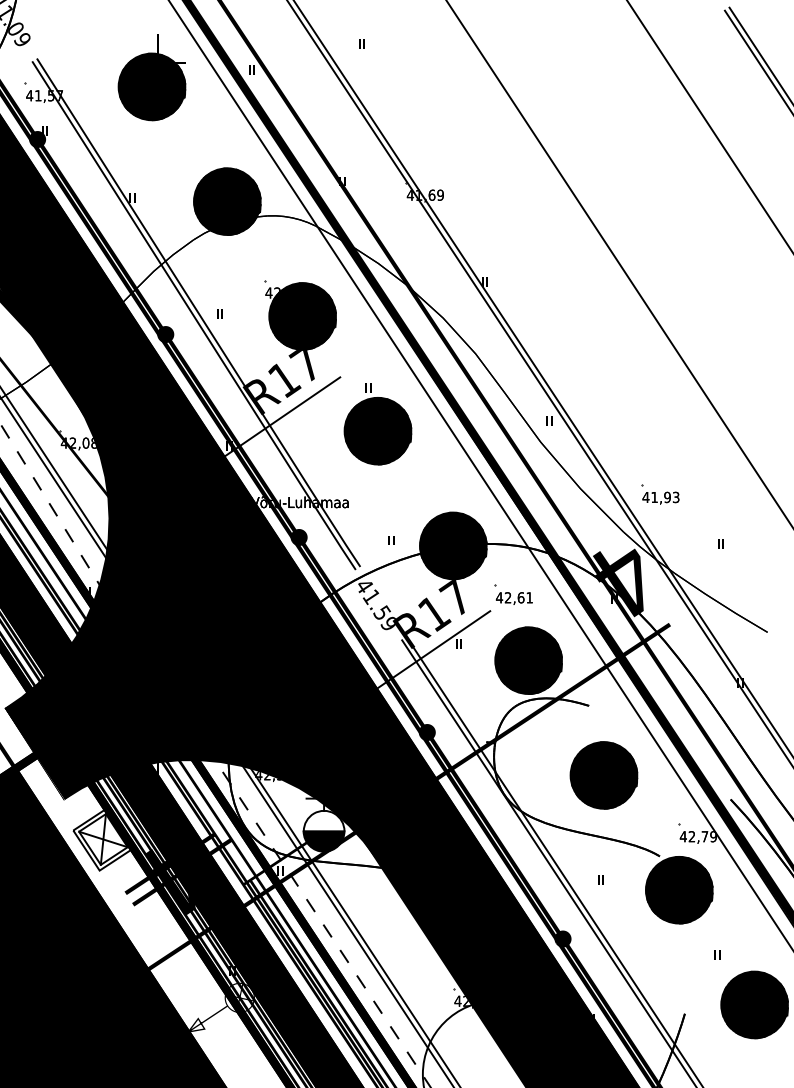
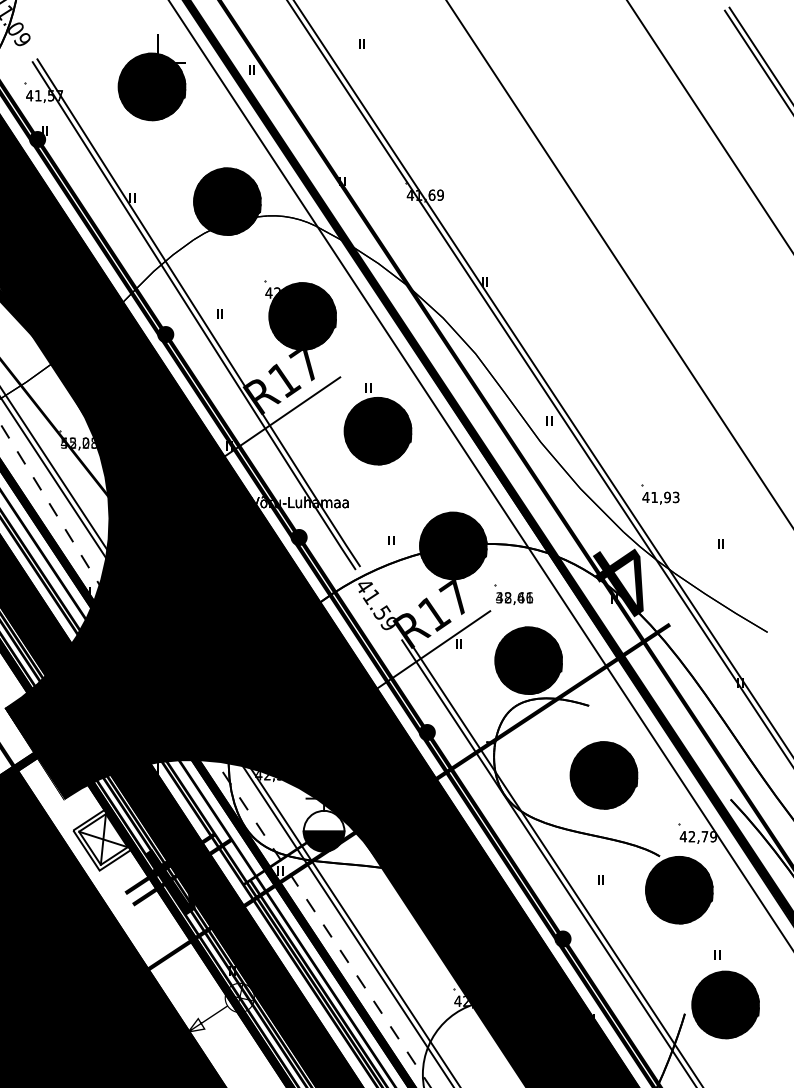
text at (77, 442): 42,08 -> 55,23
text at (514, 597): 42,61 -> 38,46
part at (754, 1004) position: (754, 1004) -> (725, 1004)
